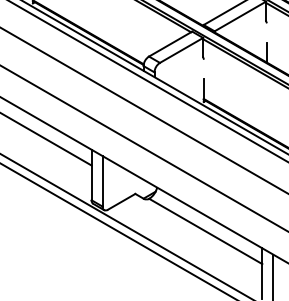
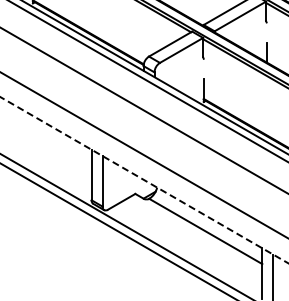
line at (46, 139): present -> none
line at (143, 148) position: (143, 148) -> (143, 154)
line at (144, 180): solid -> dashed
